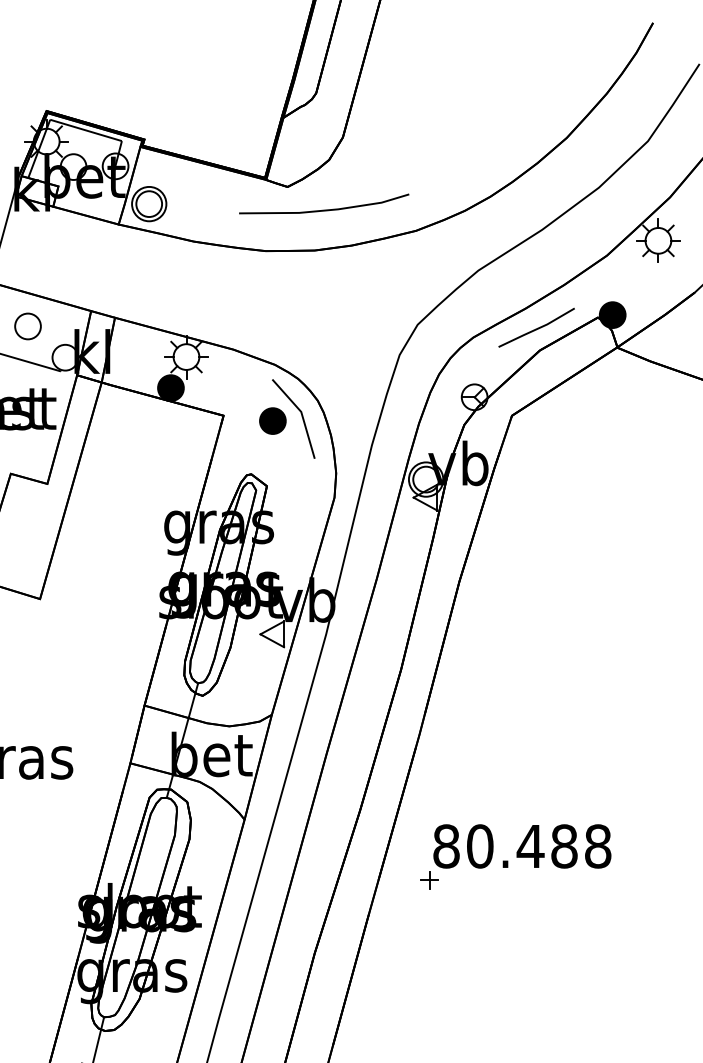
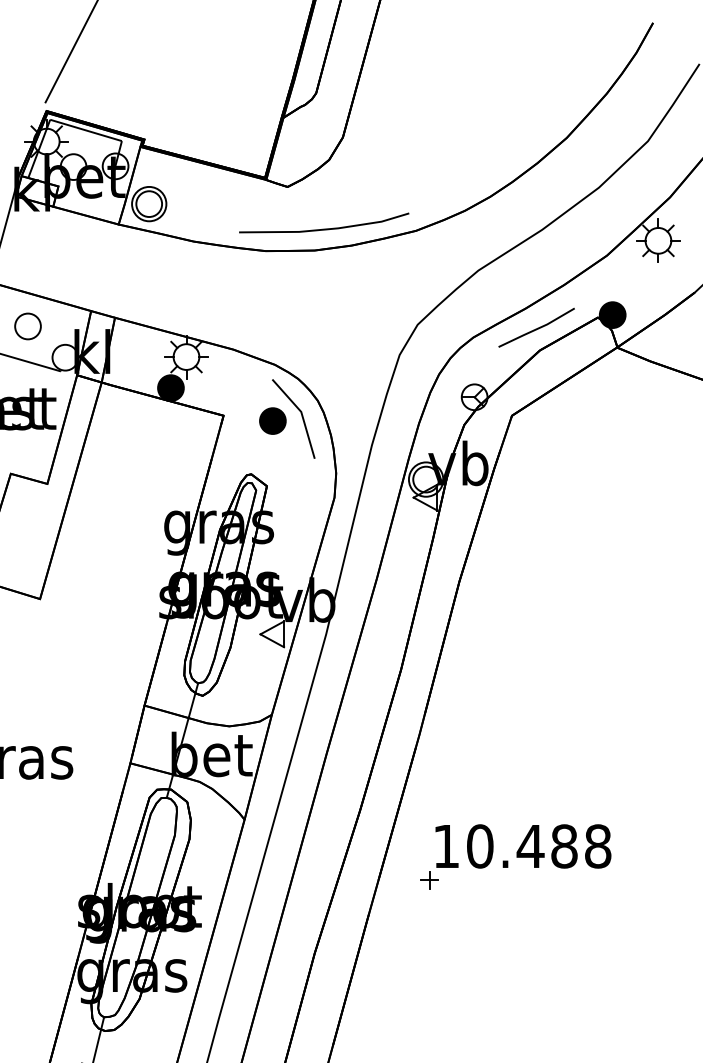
line at (70, 52): none -> present
line at (324, 209) position: (324, 209) -> (324, 228)
text at (446, 846): 80.488 -> 10.488
